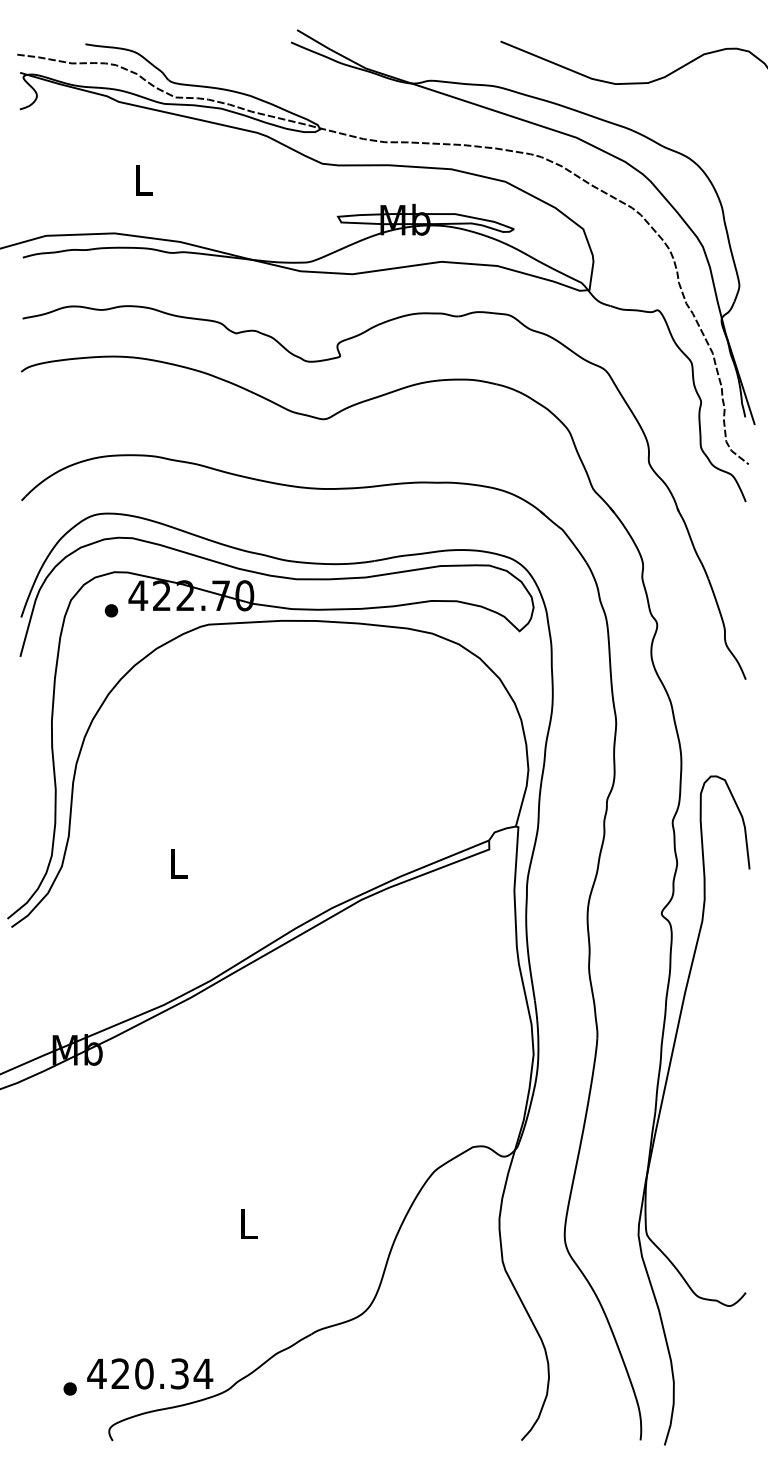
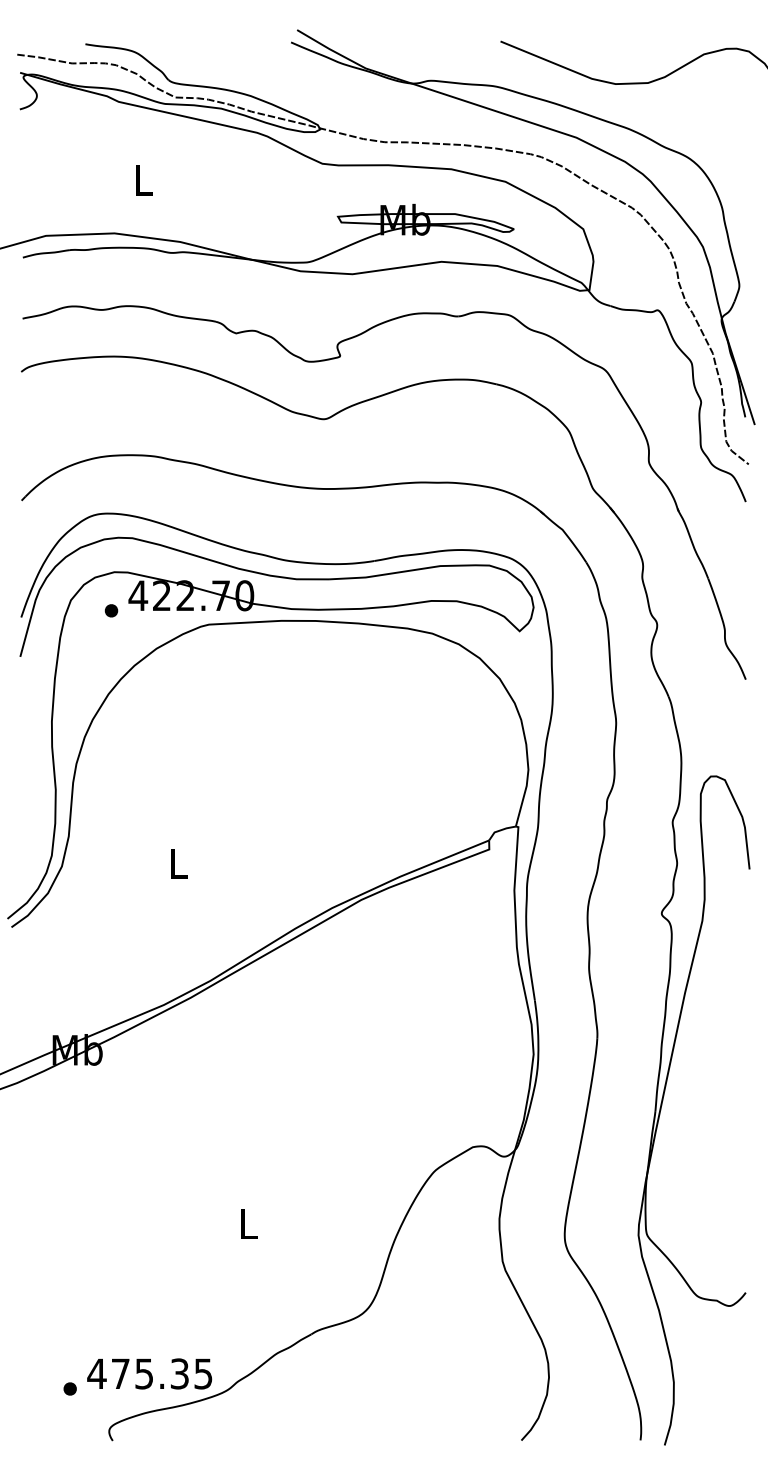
text at (162, 1373): 420.34 -> 475.35
